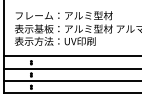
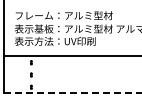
line at (70, 68): present -> none
line at (70, 80): present -> none
line at (72, 93): solid -> dashed
